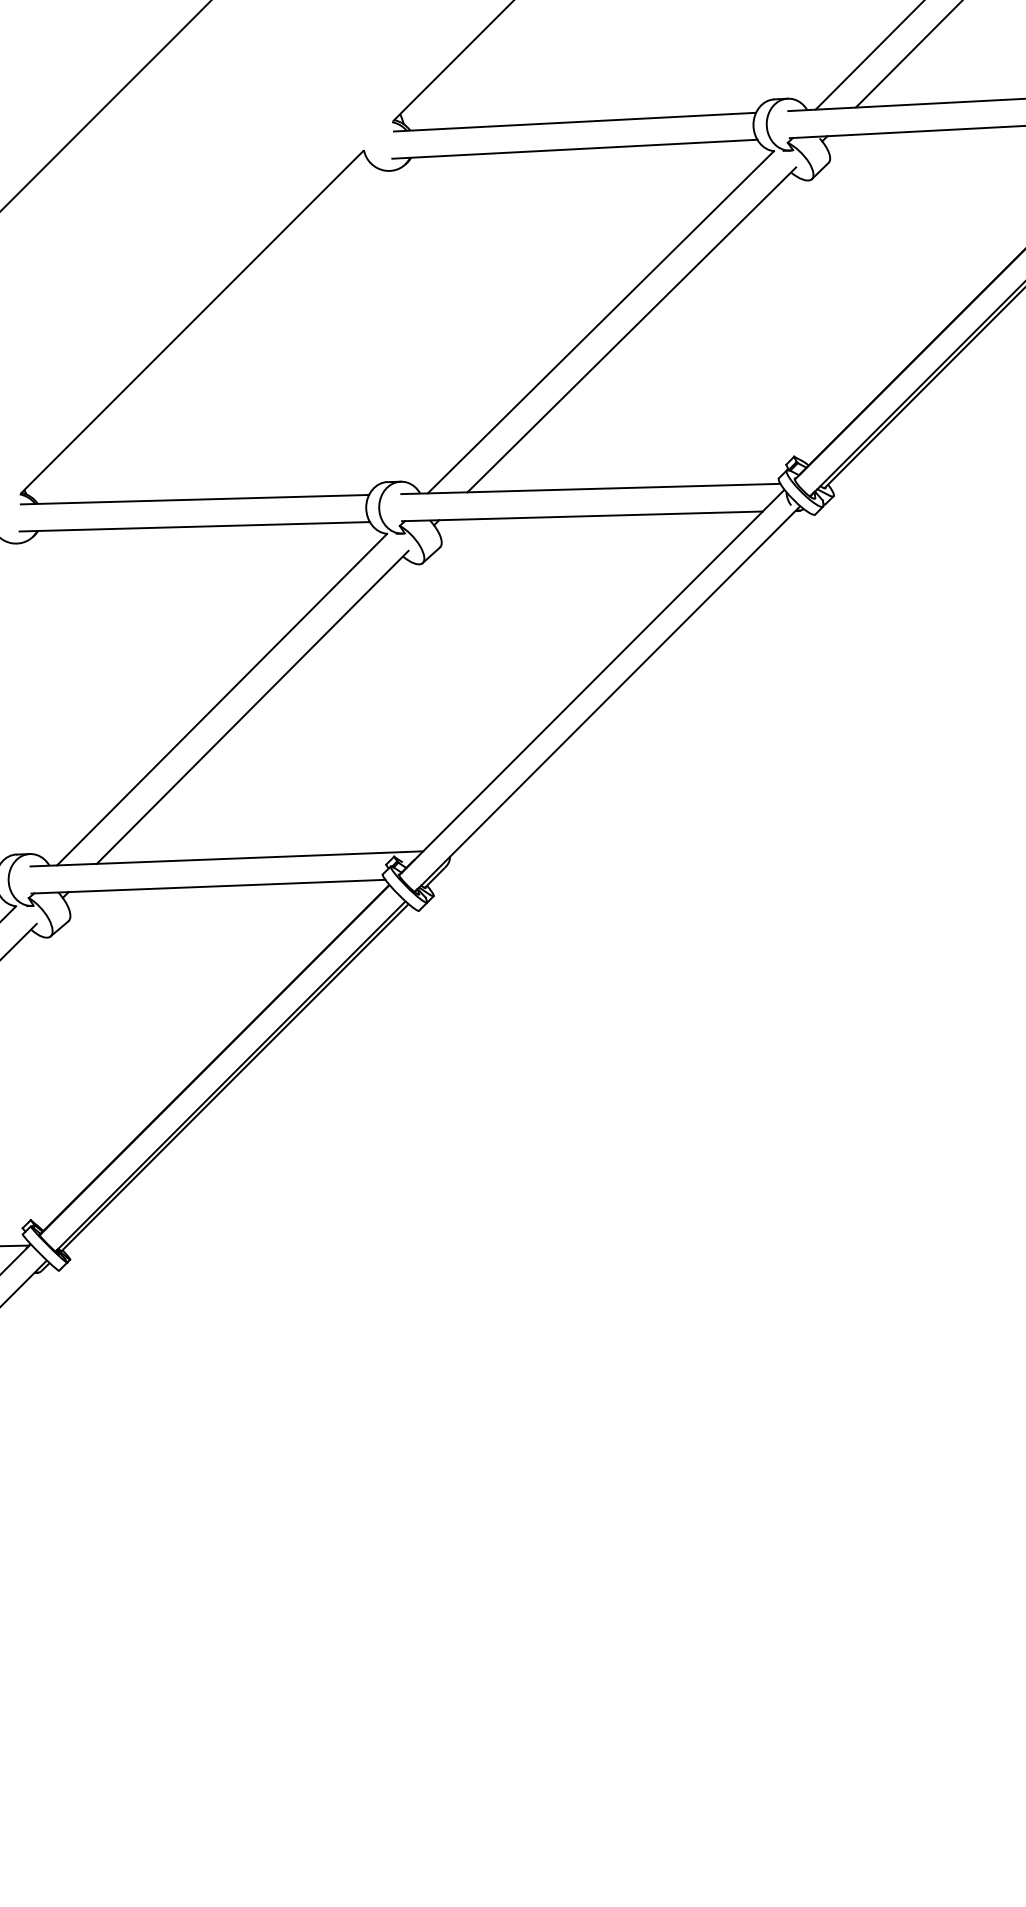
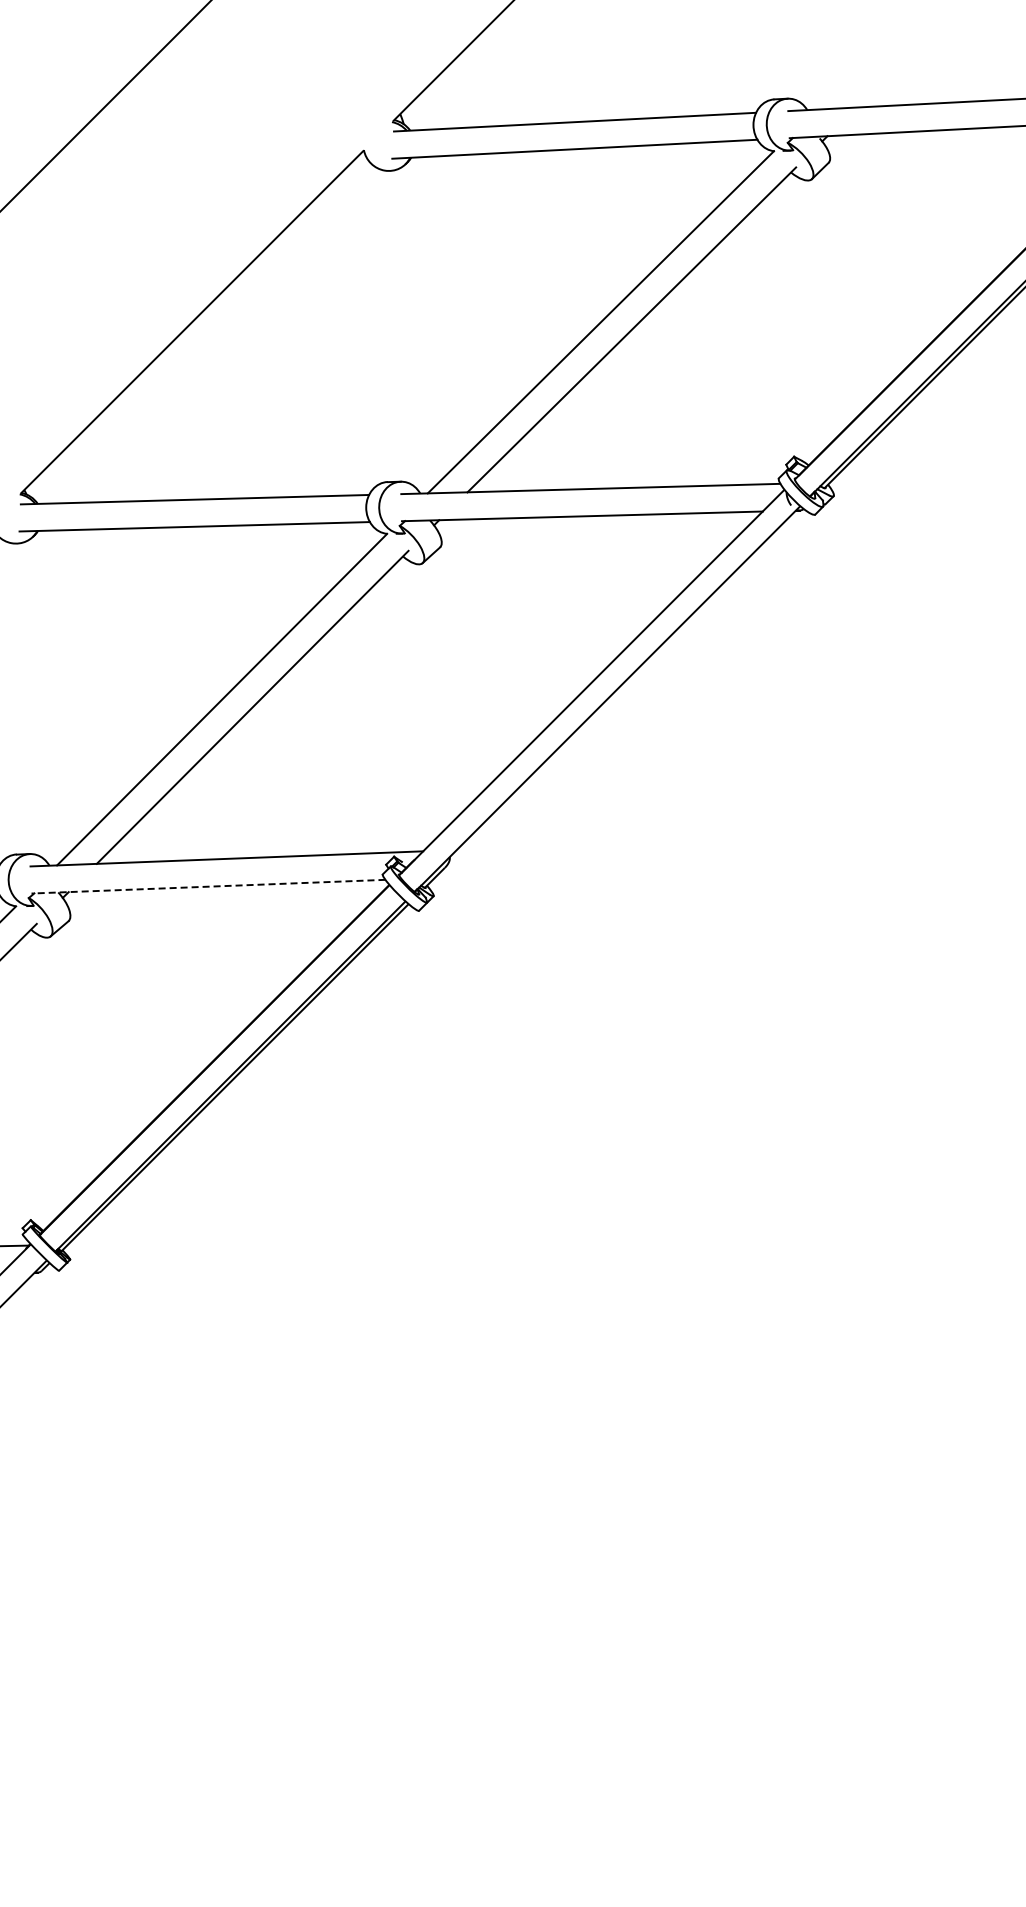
line at (907, 54): present -> none
line at (868, 55): present -> none
line at (207, 886): solid -> dashed
